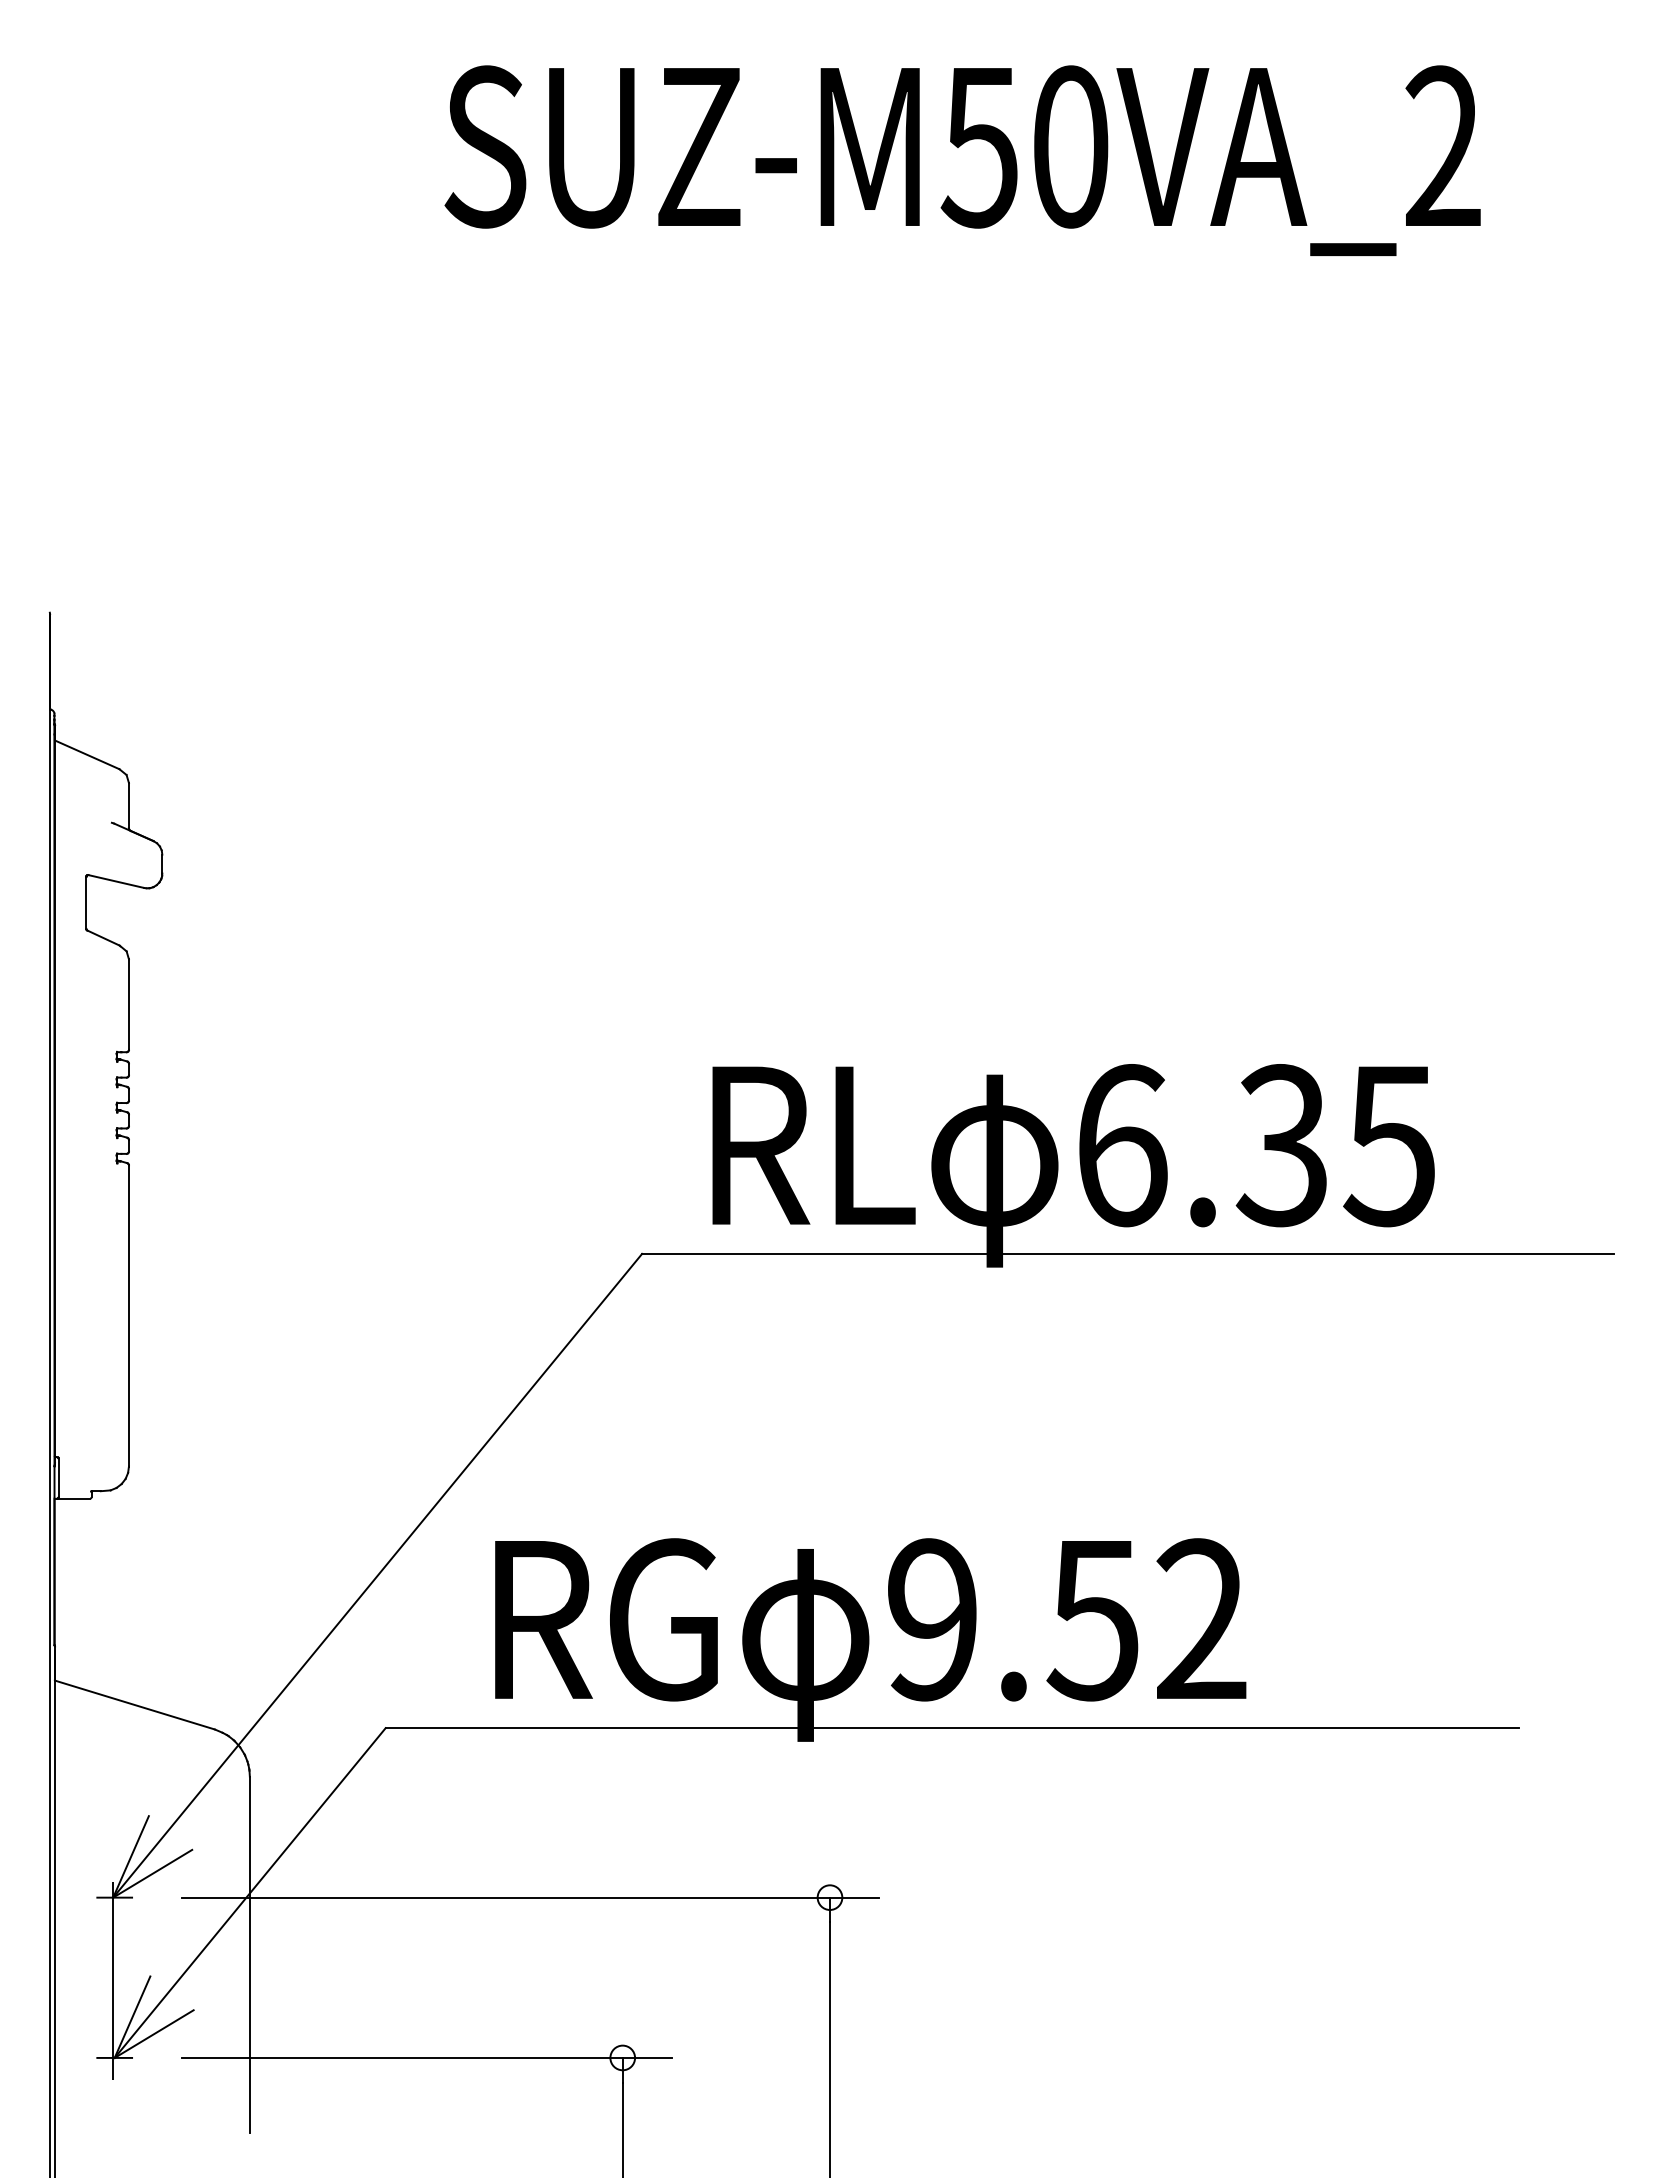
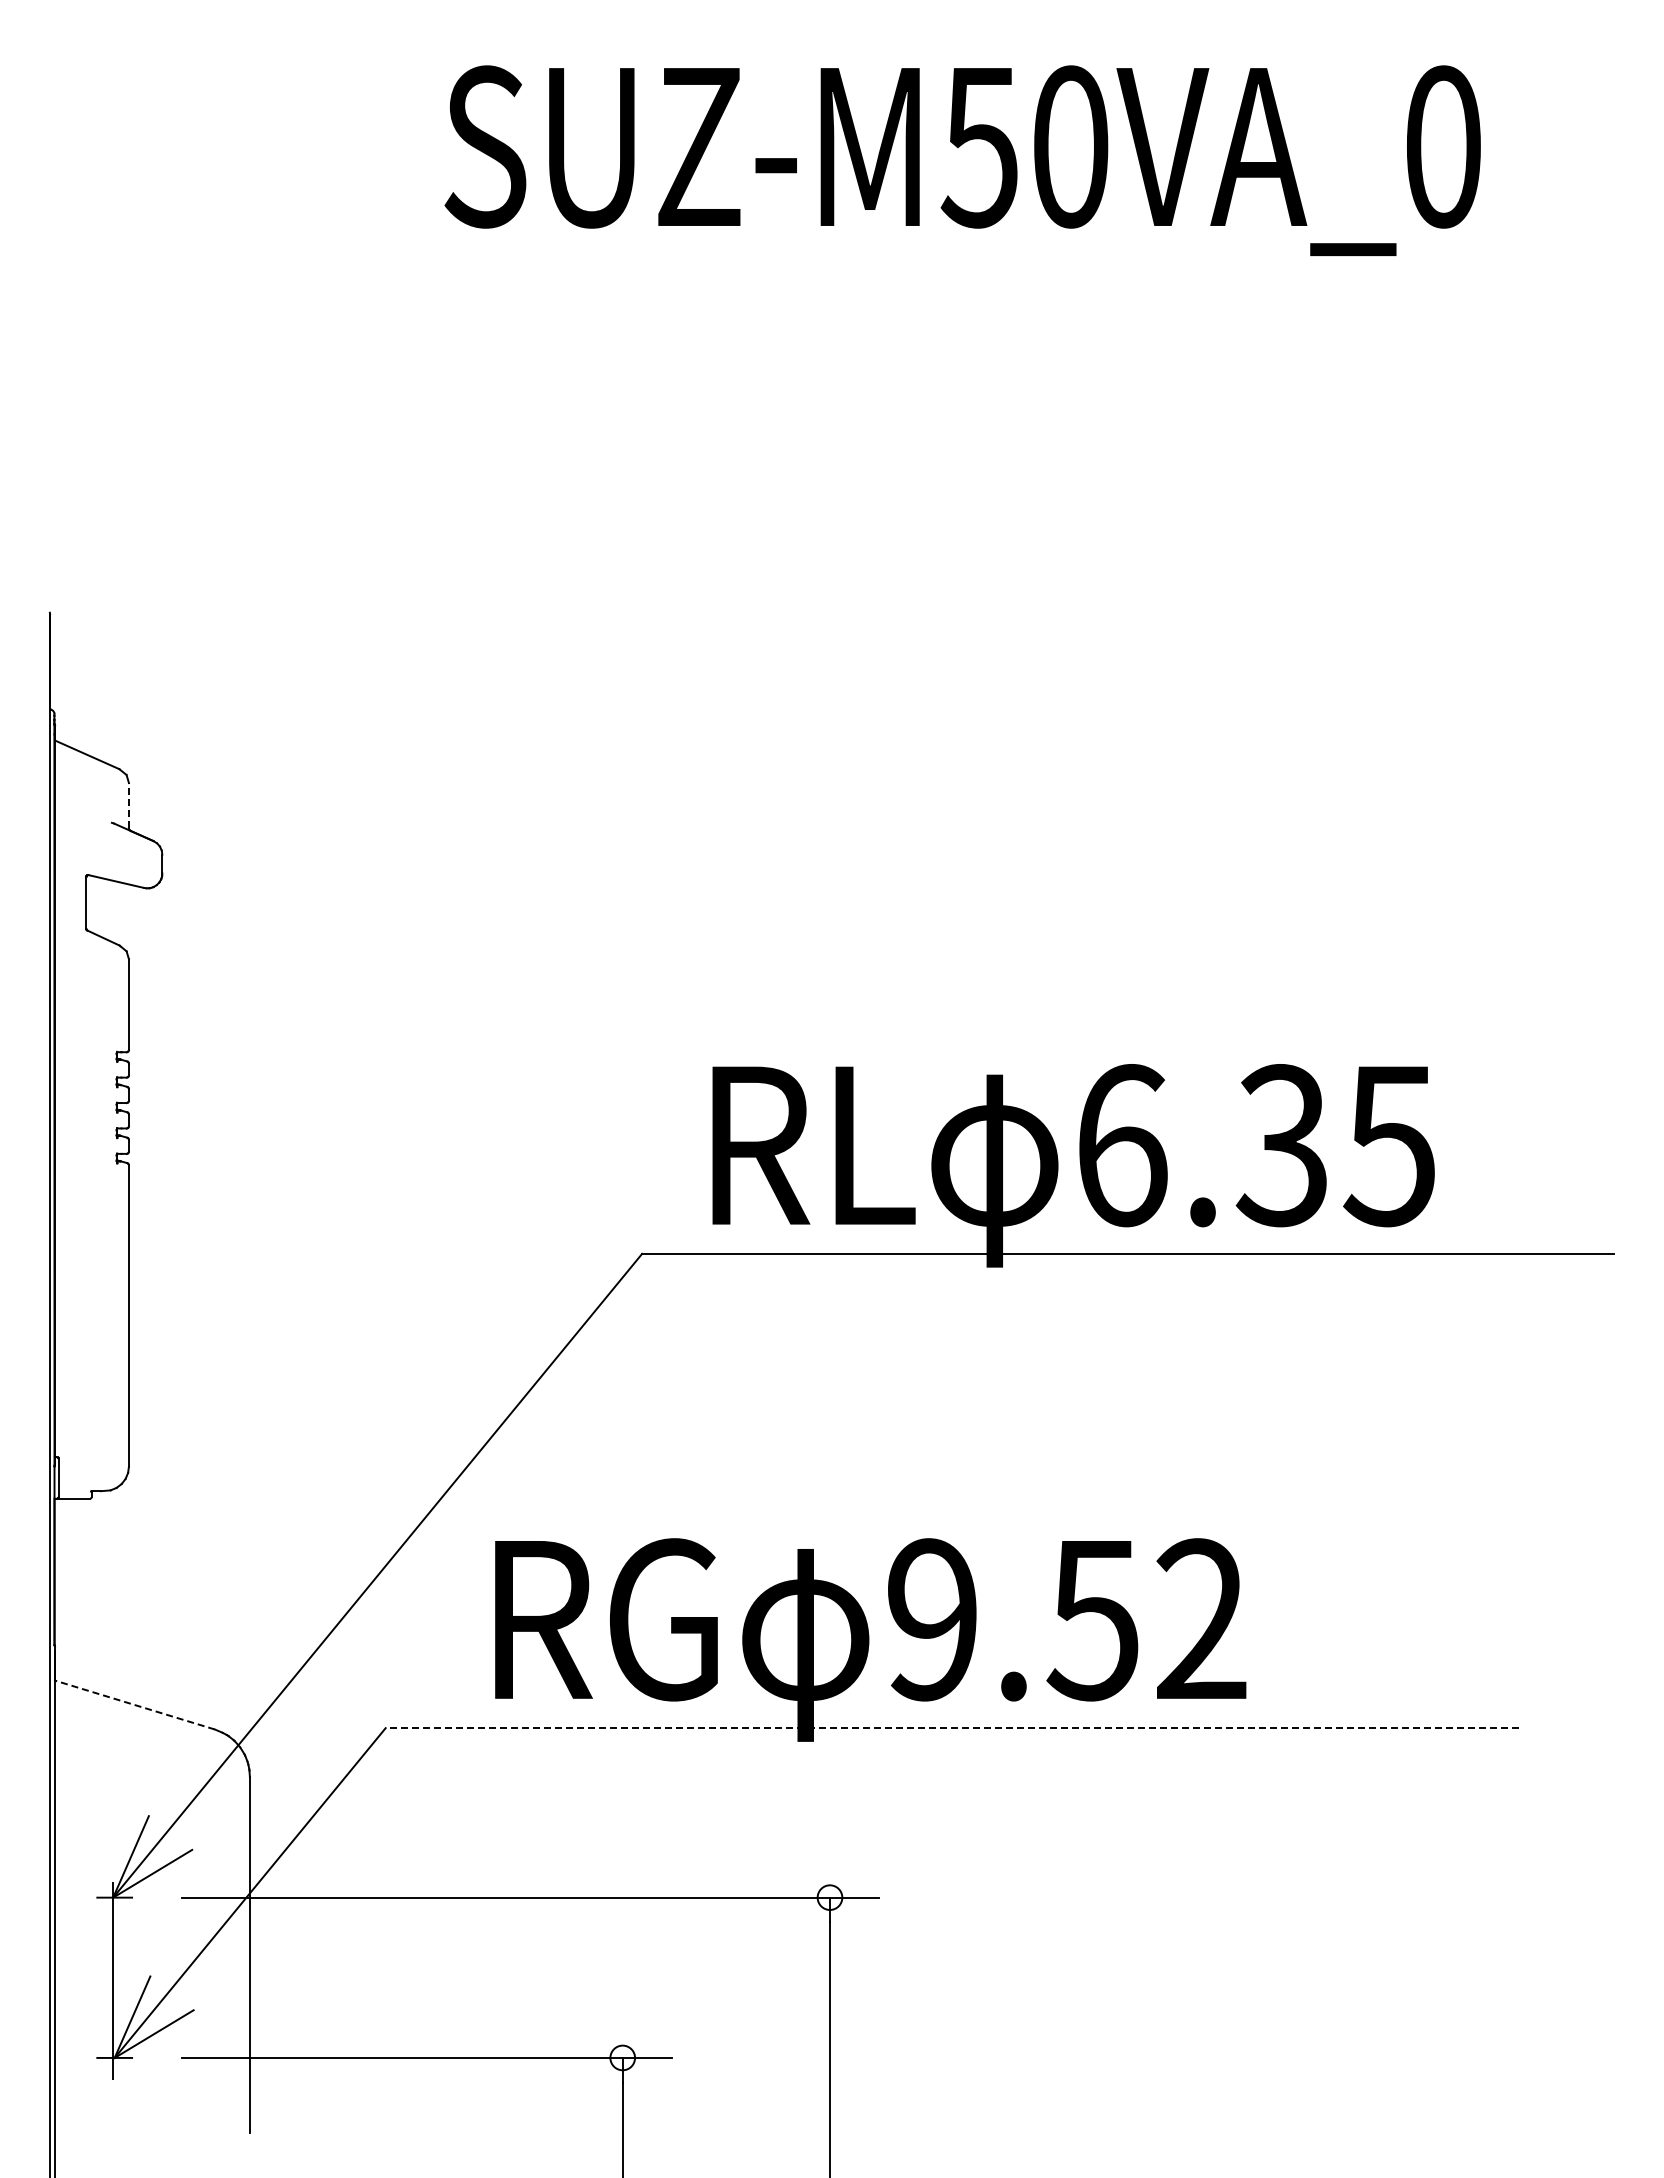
text at (1442, 146): SUZ-M50VA_2 -> SUZ-M50VA_0
line at (128, 805): solid -> dashed
line at (134, 1704): solid -> dashed
line at (952, 1728): solid -> dashed
